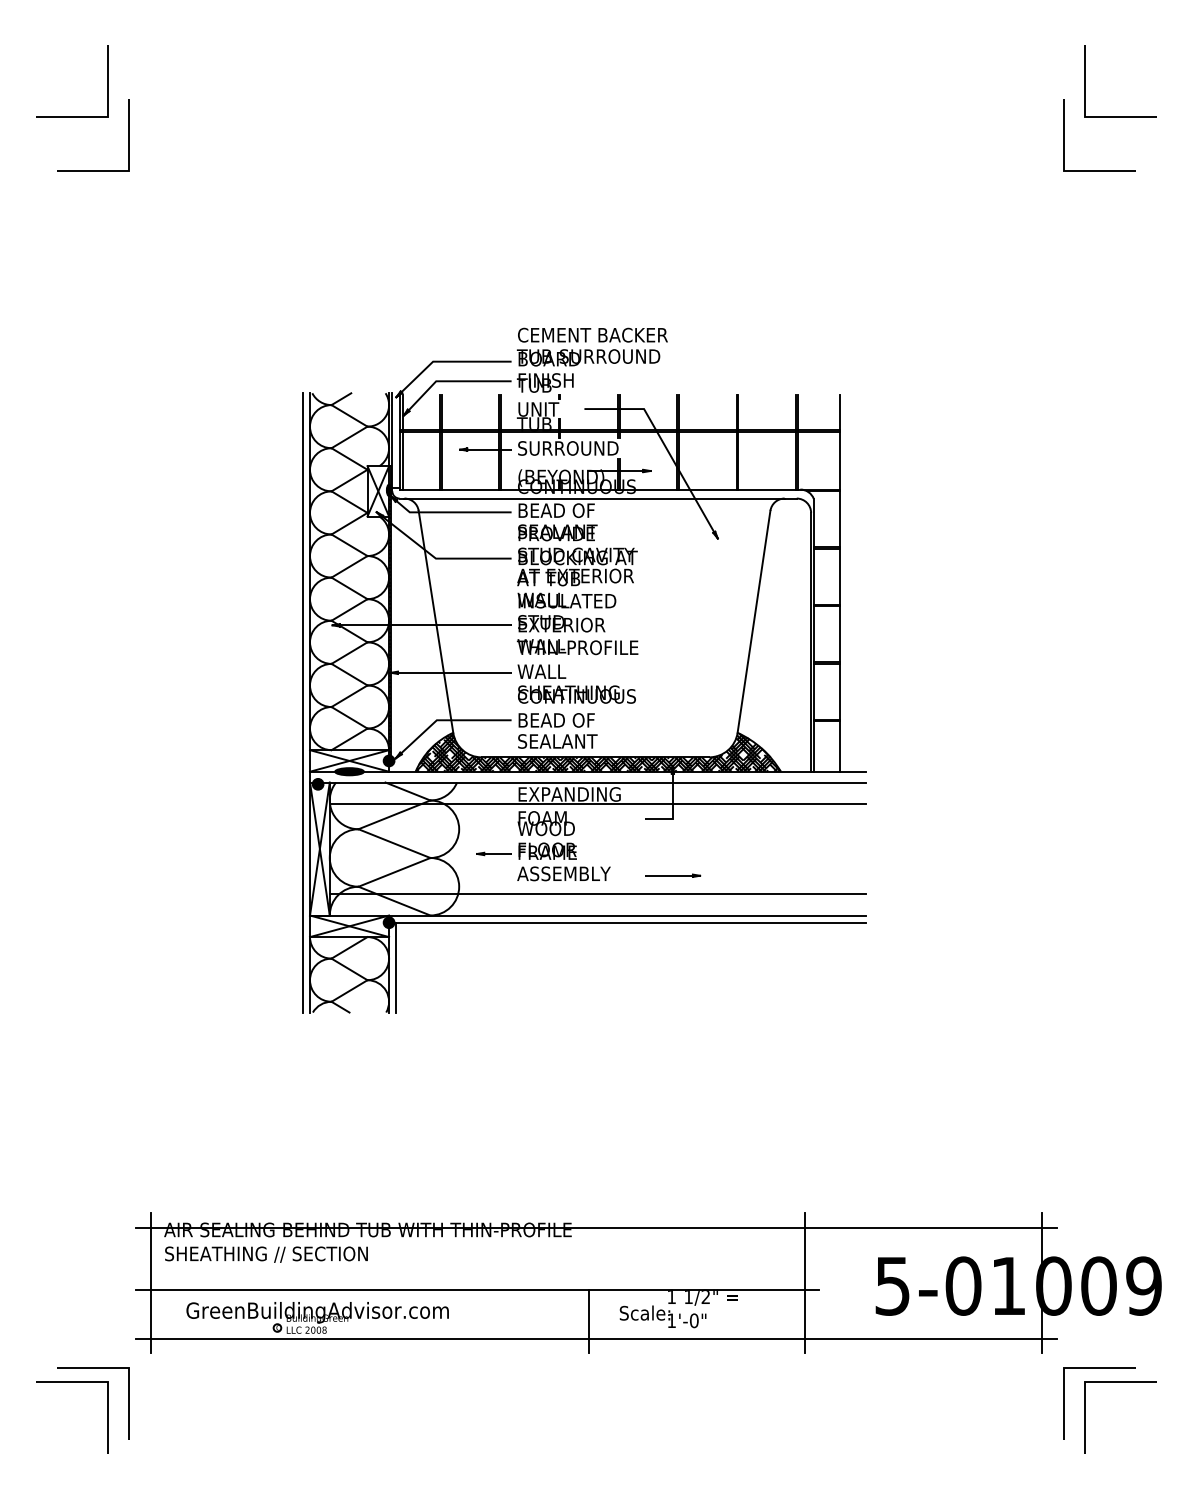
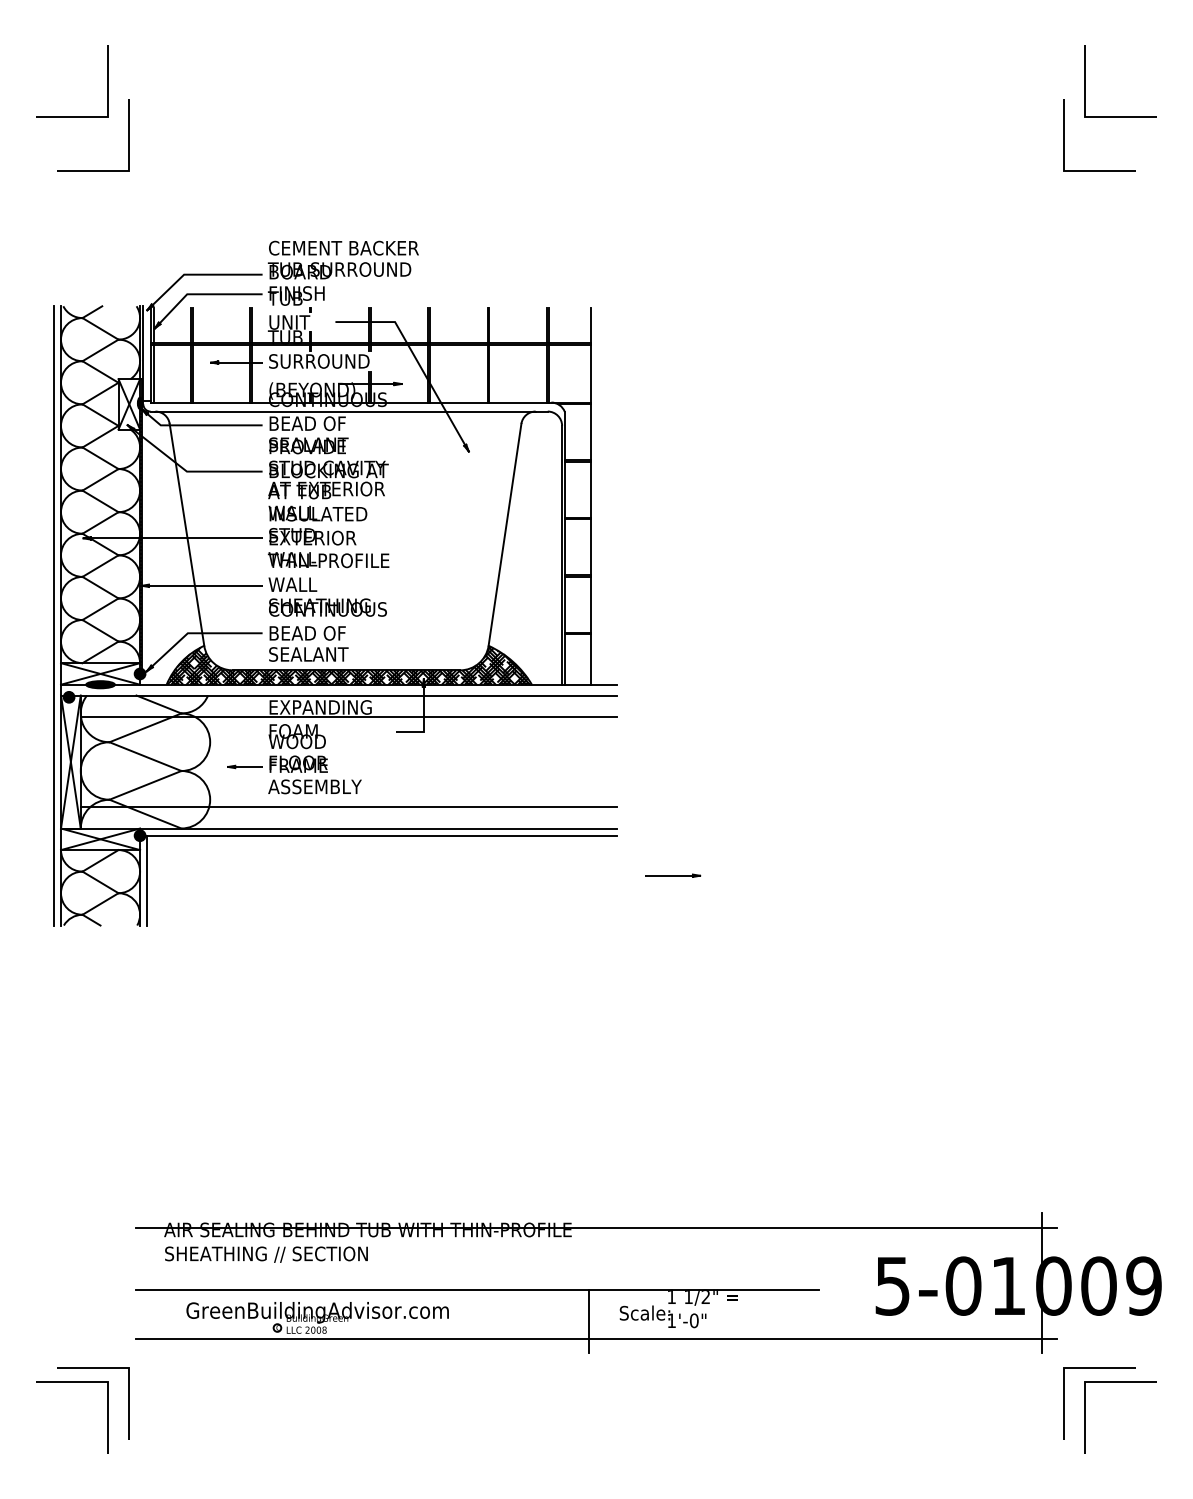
part at (584, 670) position: (584, 670) -> (335, 583)
line at (150, 1283): present -> none
line at (804, 1283): present -> none
